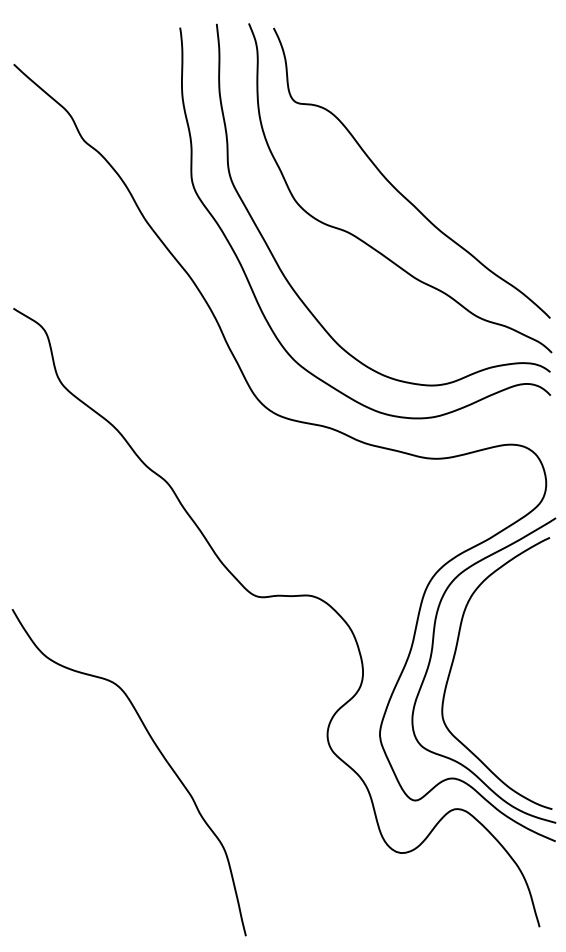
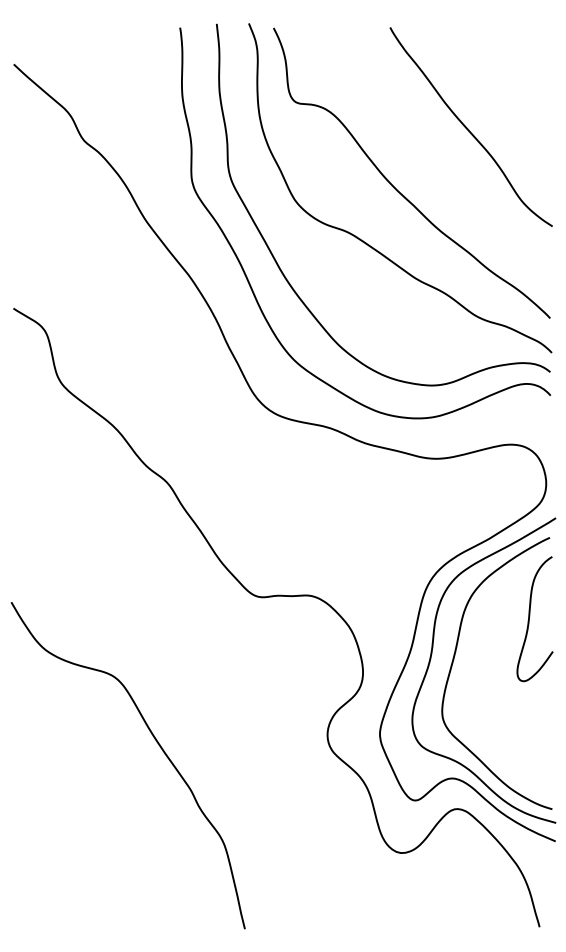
curve at (468, 128): none -> present
curve at (530, 616): none -> present
curve at (159, 752) position: (159, 752) -> (158, 745)
